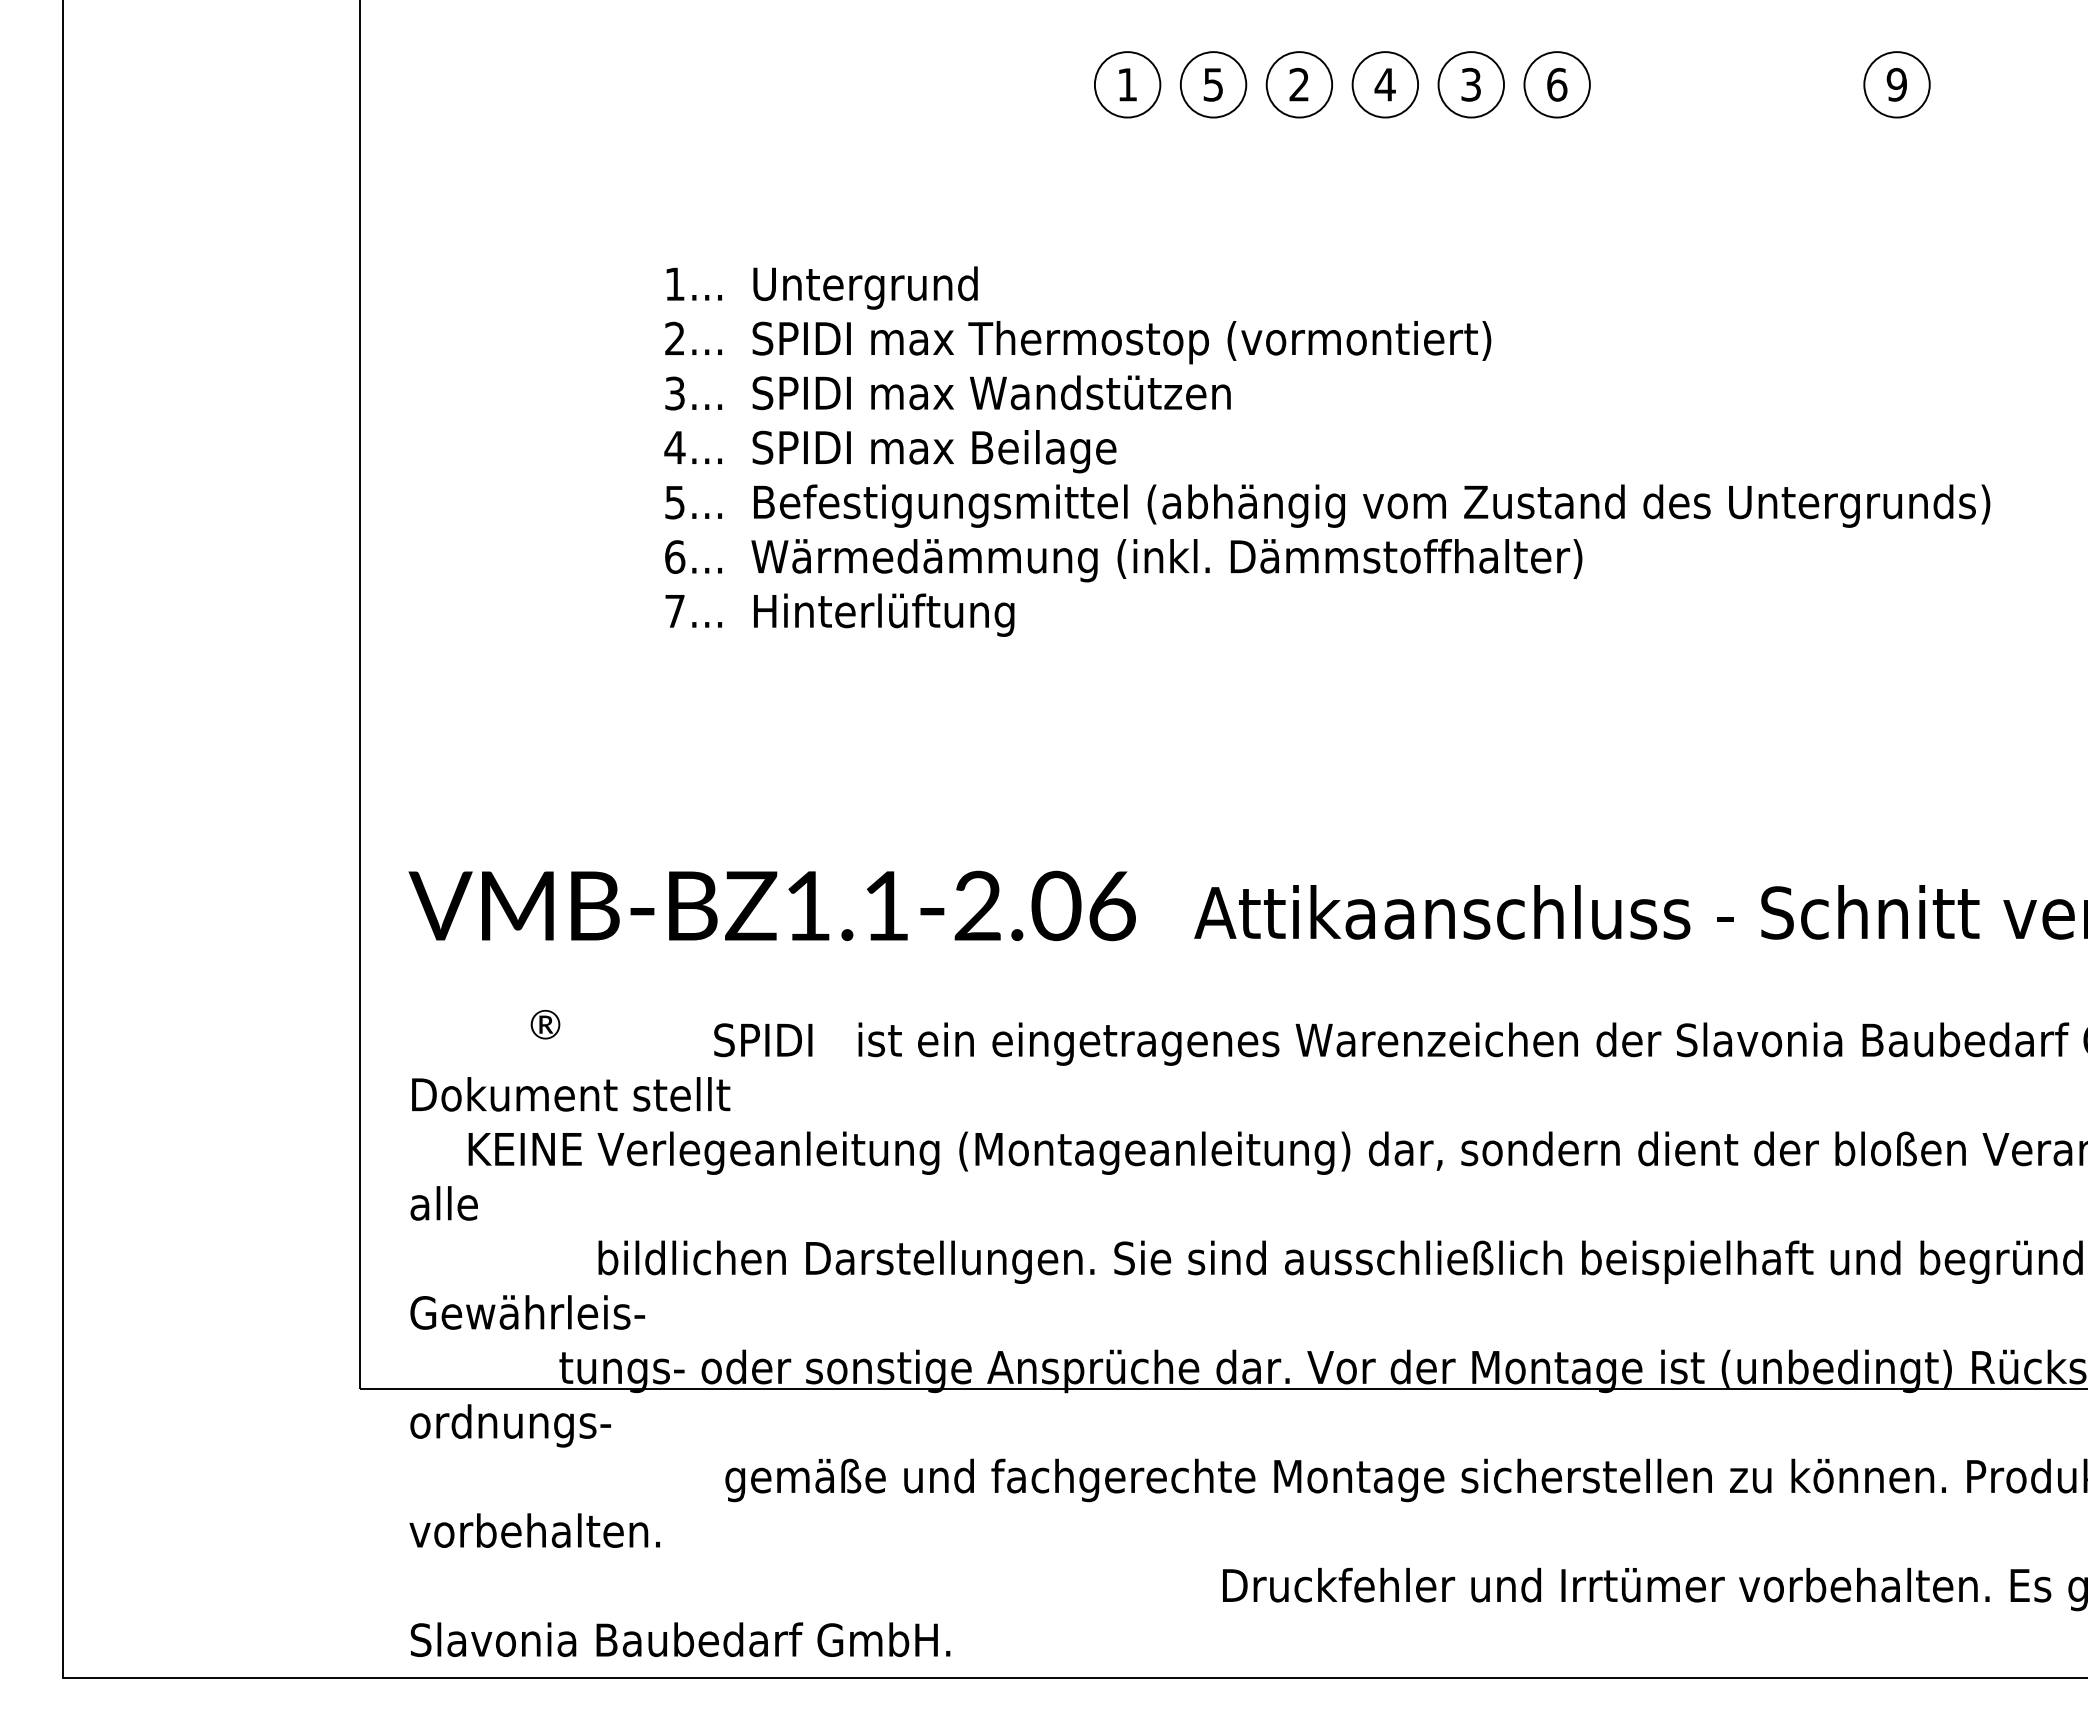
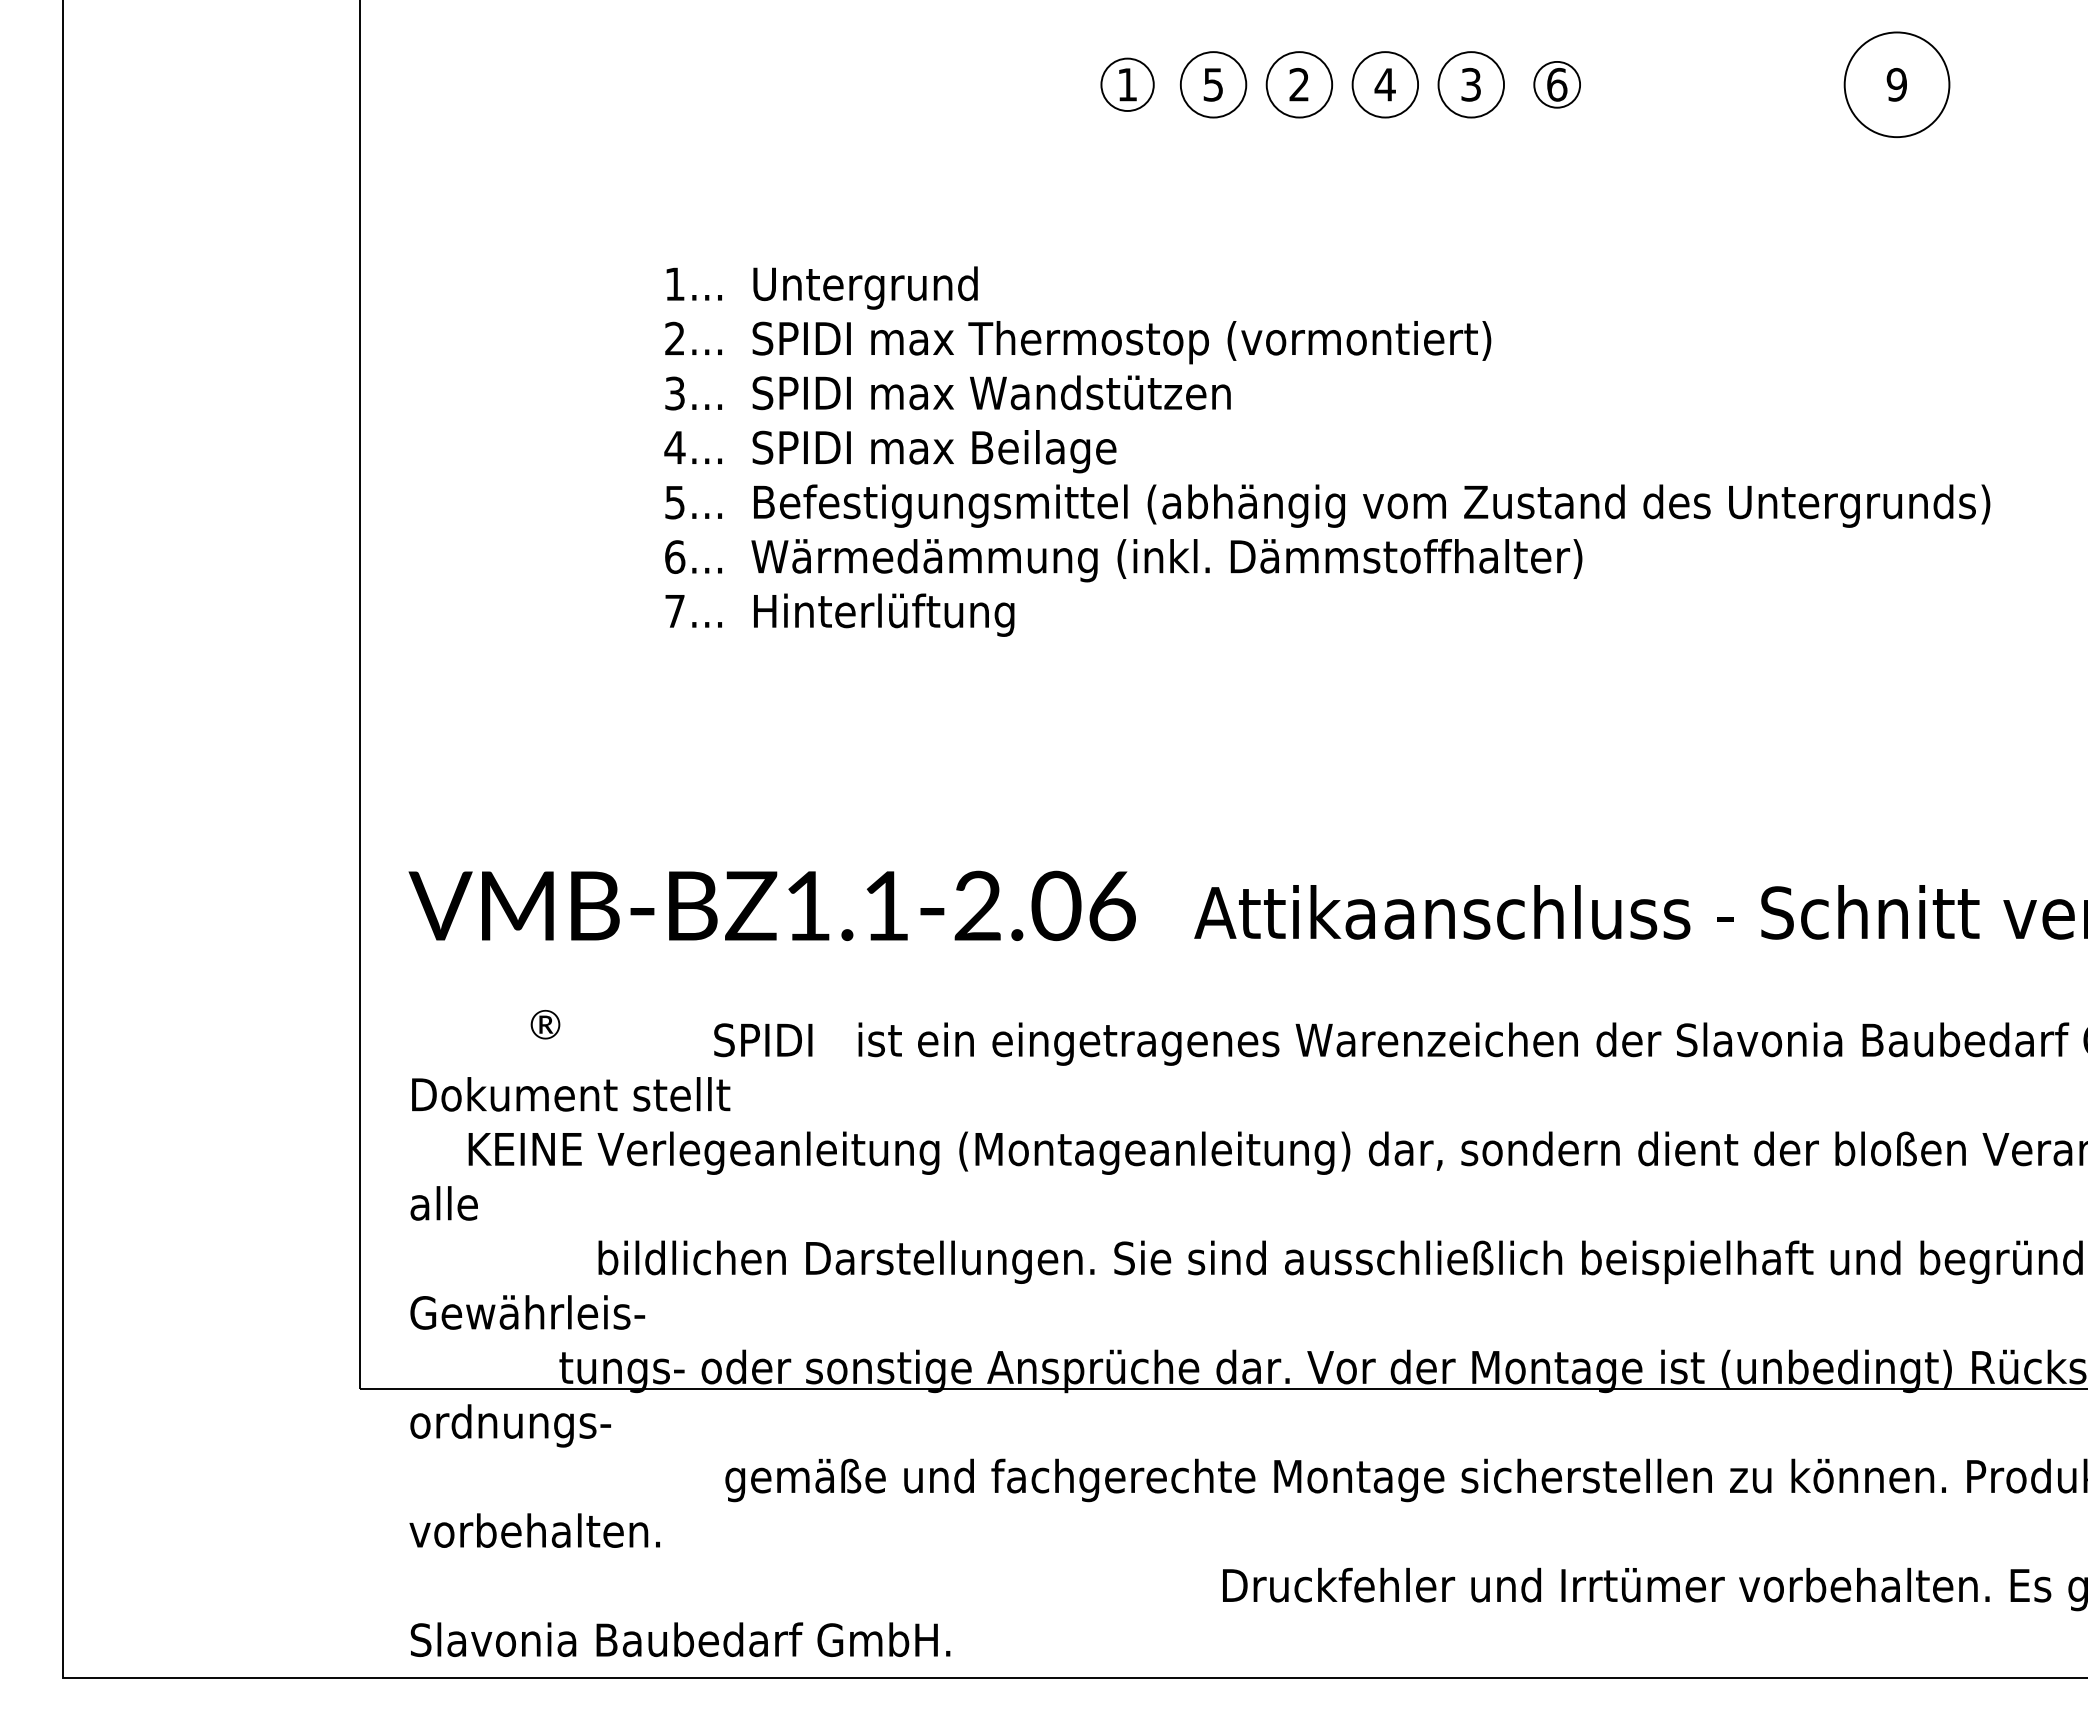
circle at (1127, 84) diameter: 65 px -> 52 px
circle at (1556, 84) diameter: 65 px -> 46 px
circle at (1896, 84) diameter: 65 px -> 105 px
